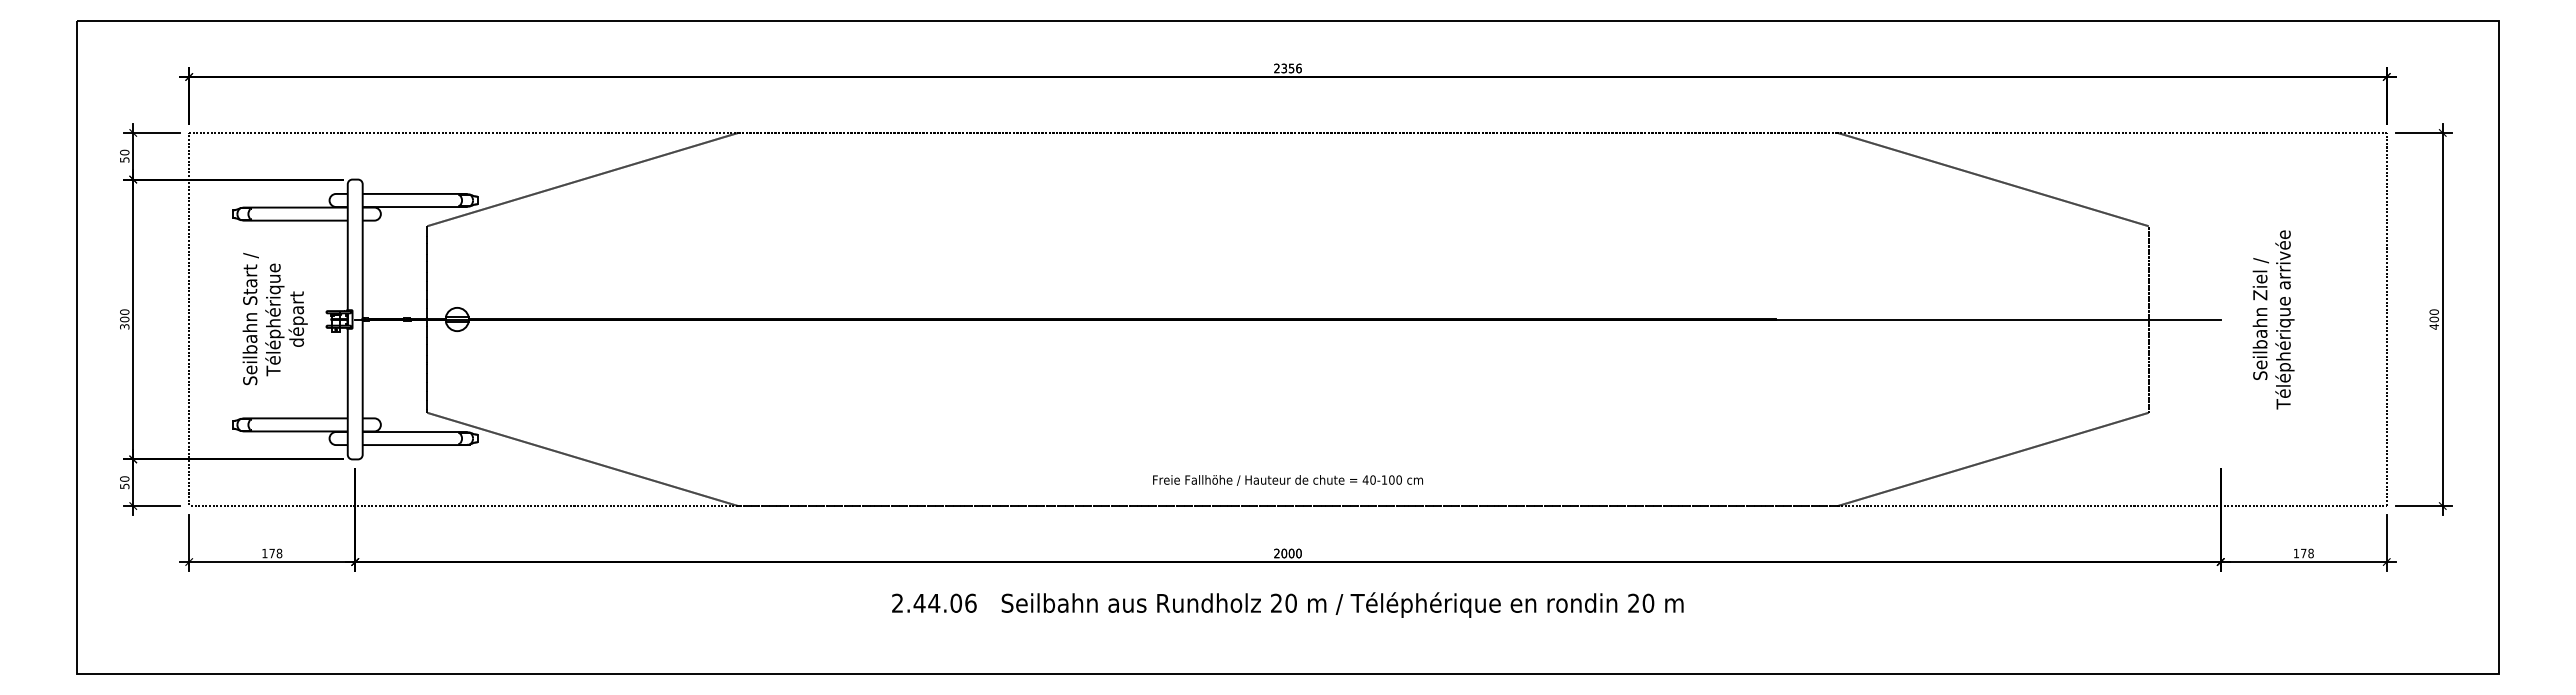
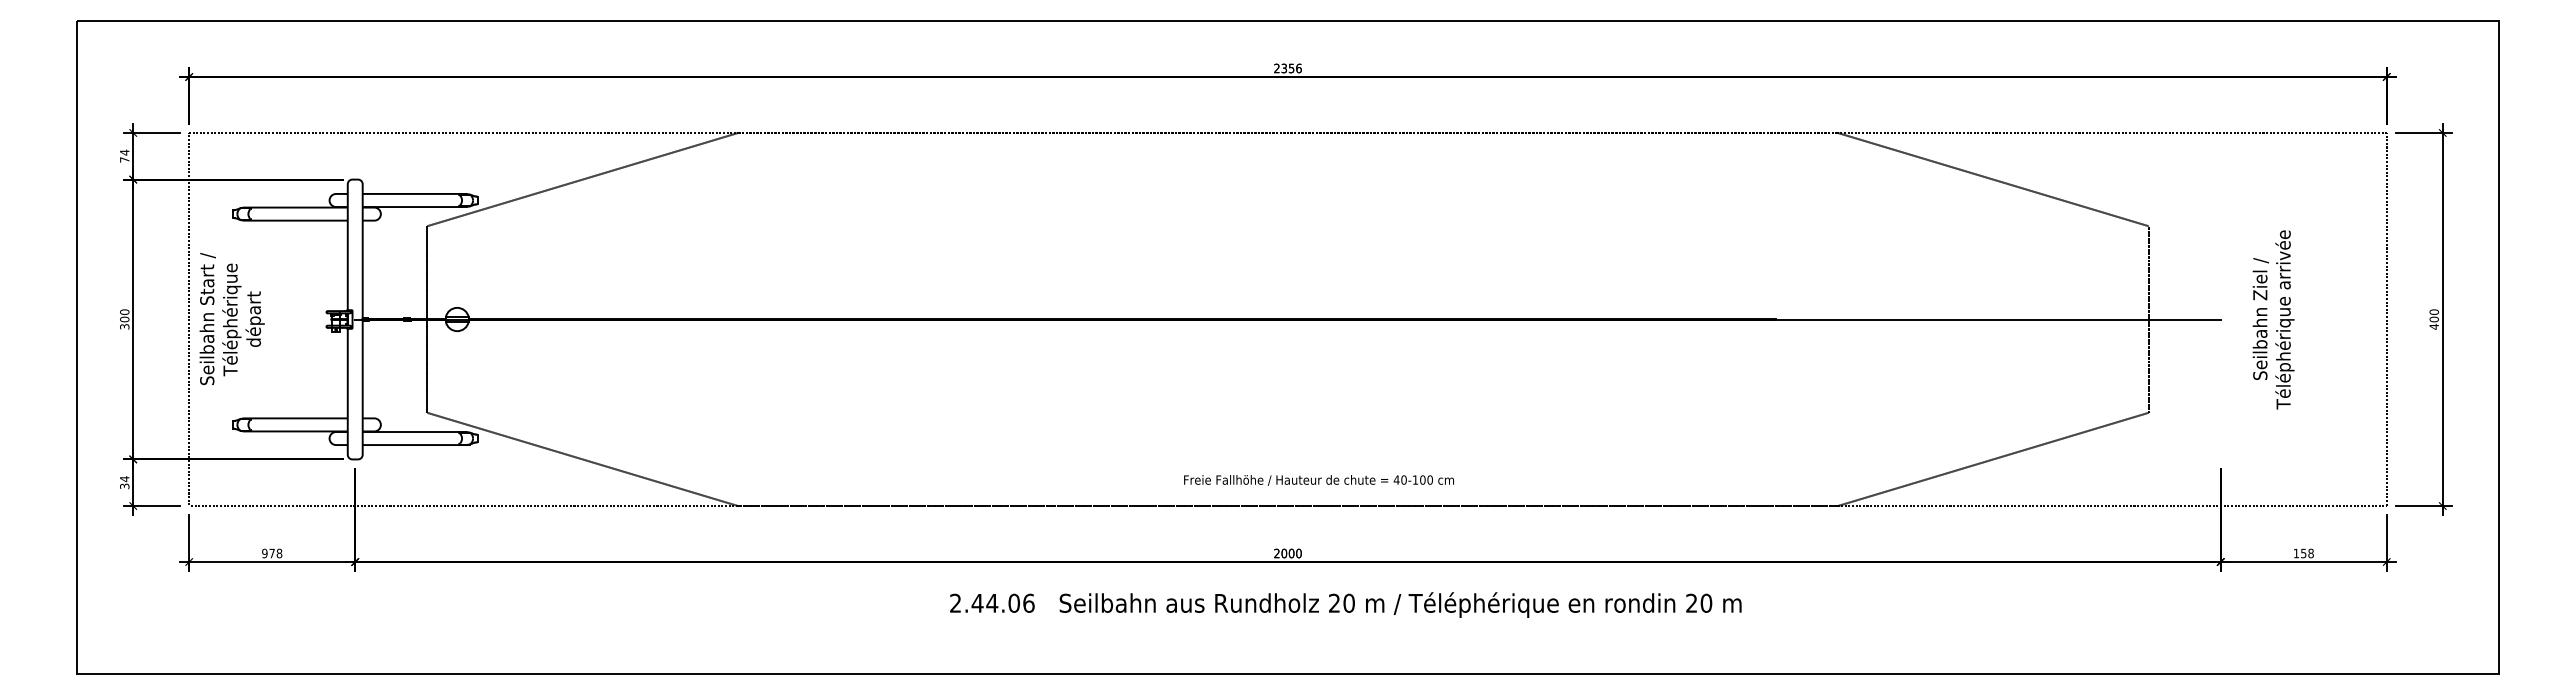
text at (124, 155): 50 -> 74
text at (274, 318) position: (274, 318) -> (231, 318)
text at (1287, 480) position: (1287, 480) -> (1318, 480)
text at (124, 482): 50 -> 34
text at (264, 553): 178 -> 978
text at (2303, 553): 178 -> 158
text at (1287, 604) position: (1287, 604) -> (1345, 604)
